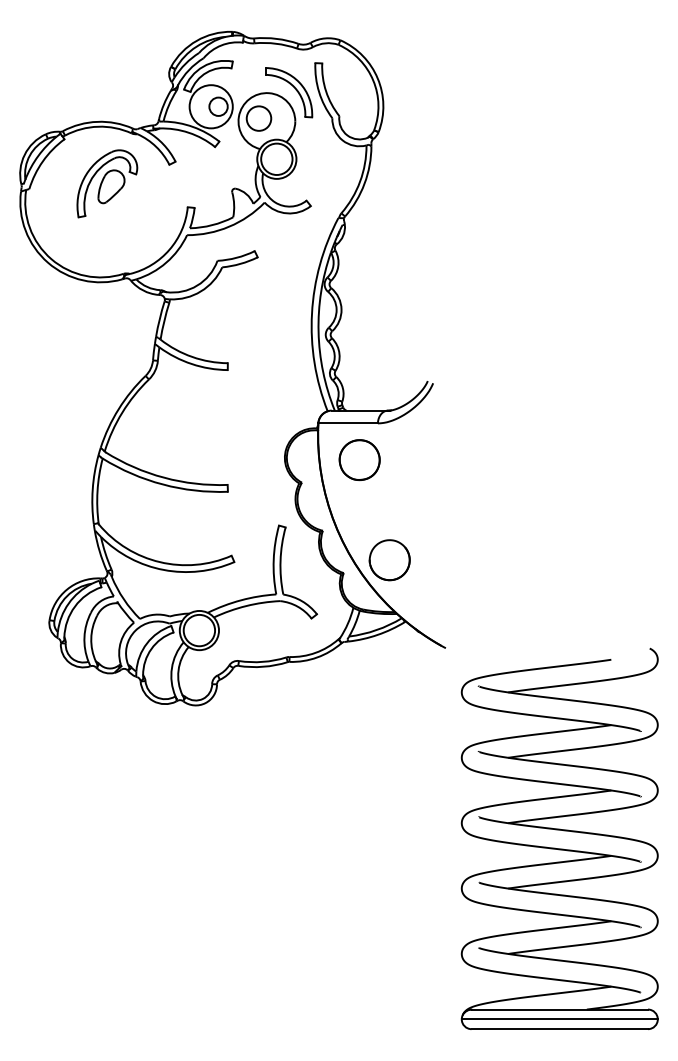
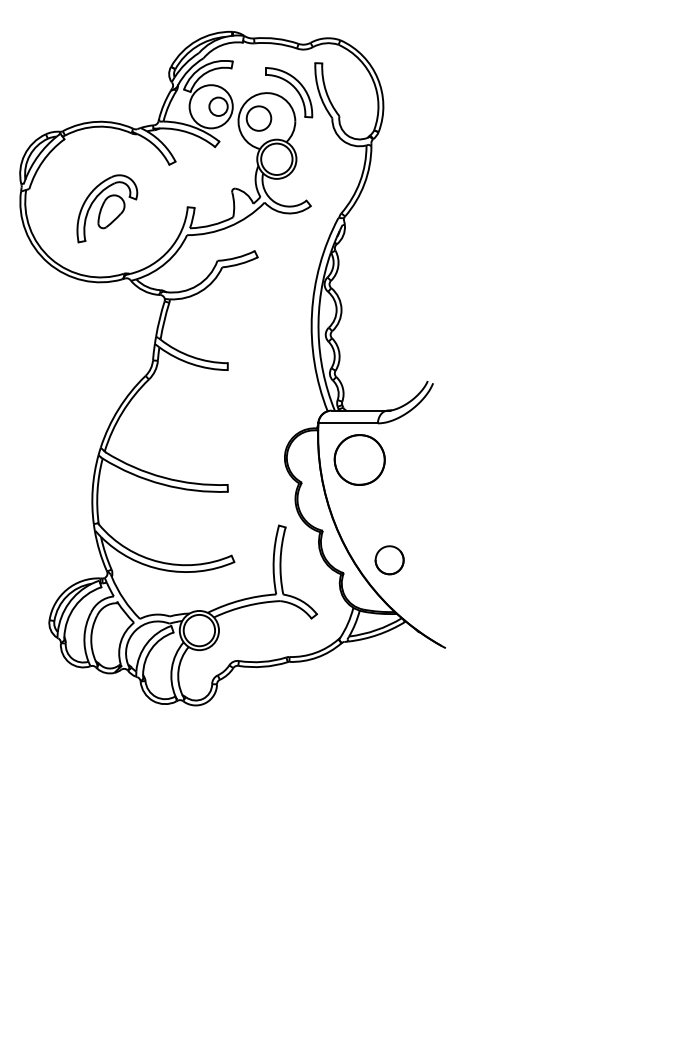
part at (107, 183) position: (107, 183) -> (107, 208)
part at (359, 460) size: 43x43 px -> 53x52 px
part at (389, 560) size: 43x43 px -> 31x31 px
part at (559, 830): present -> none
